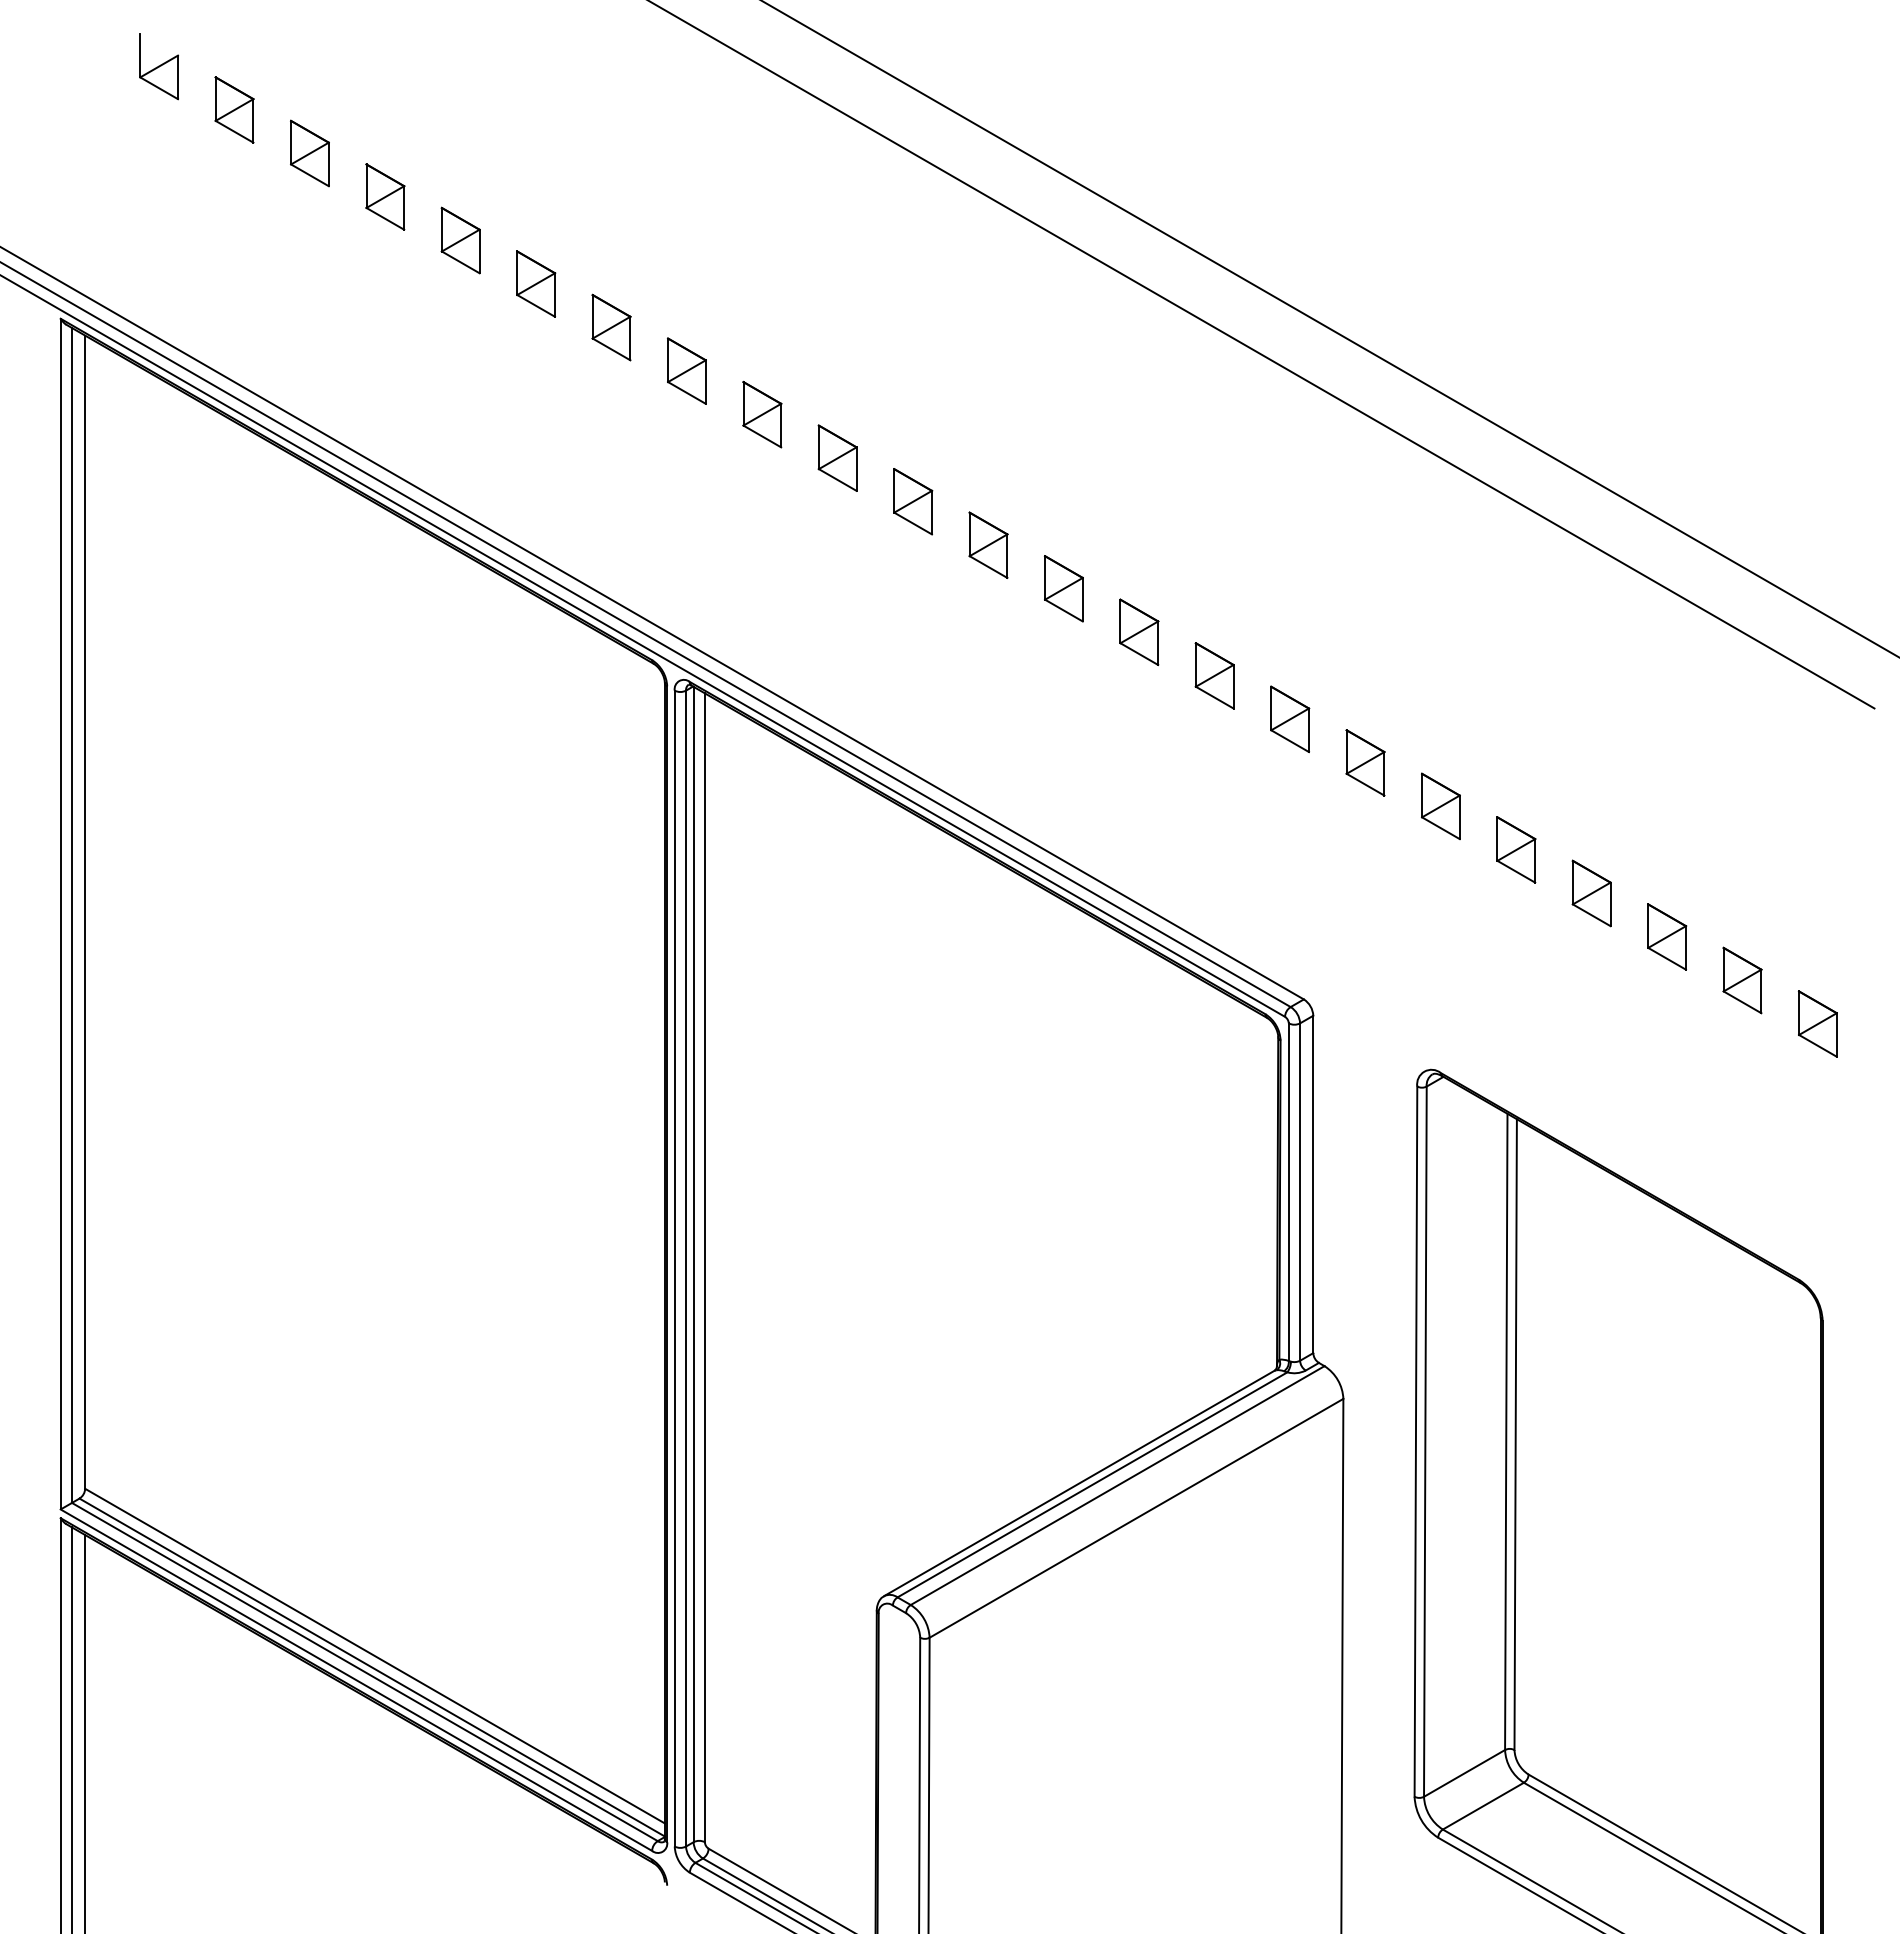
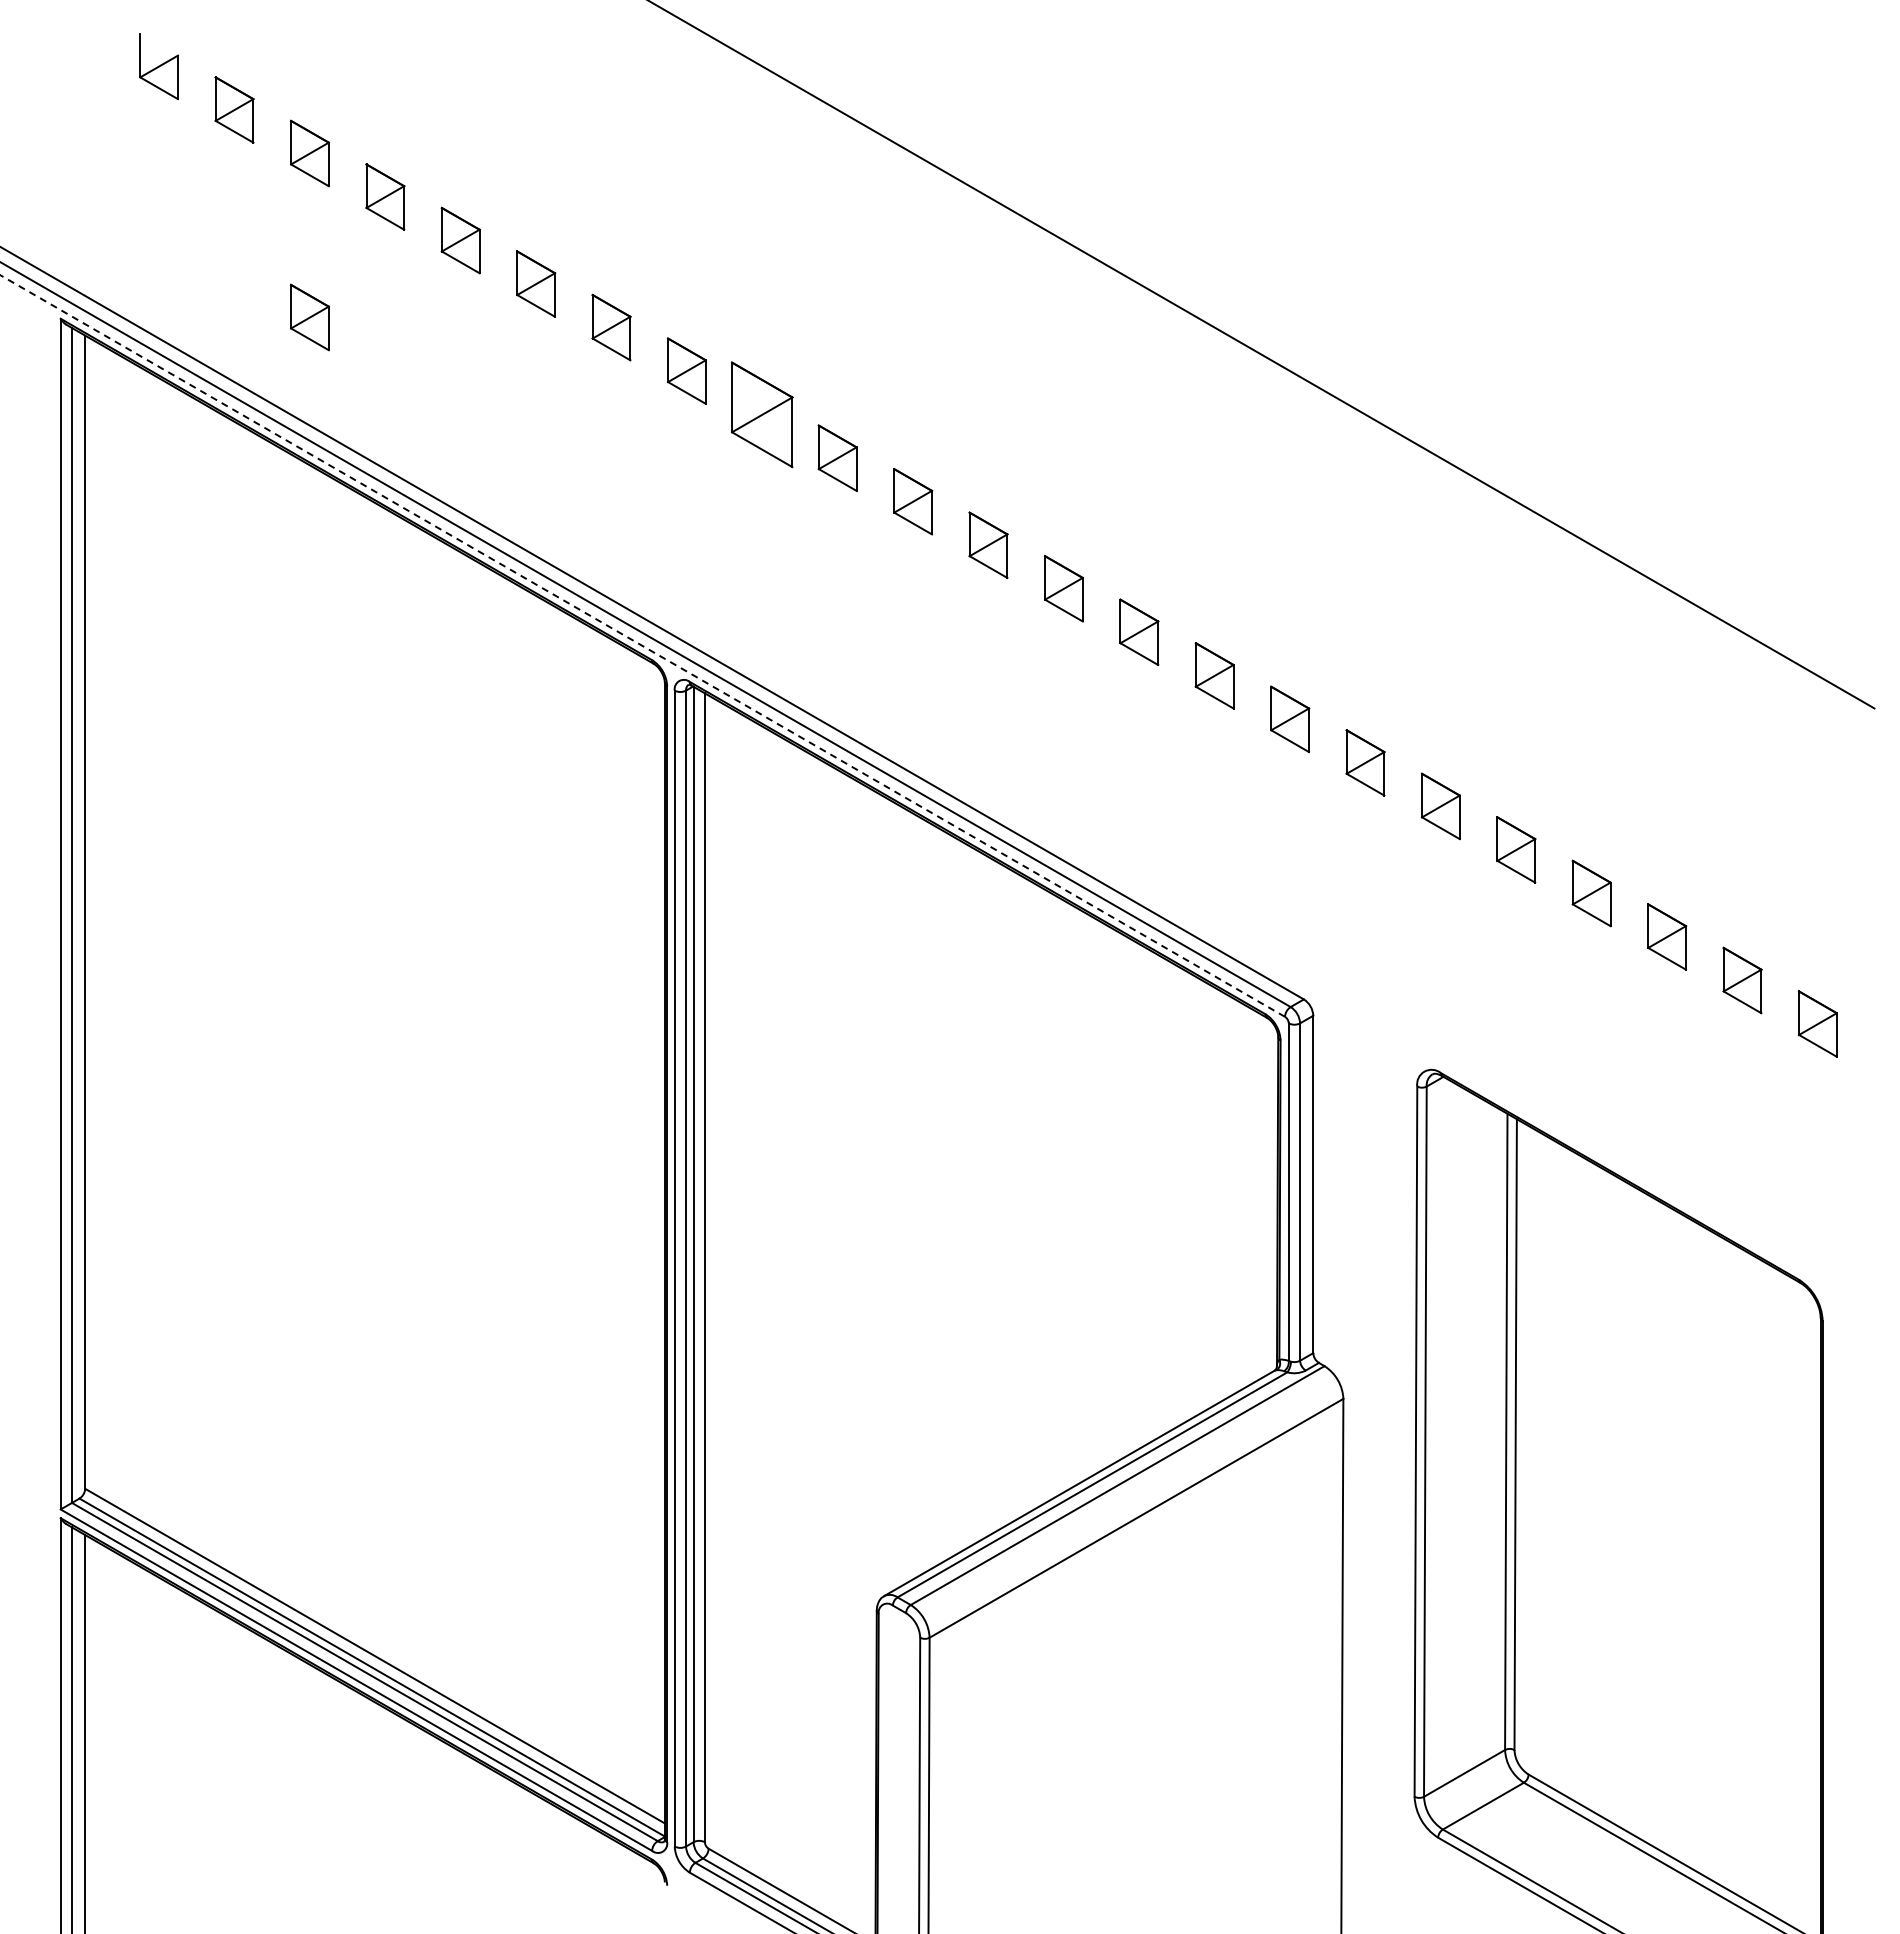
part at (309, 317): none -> present
line at (1330, 328): present -> none
part at (762, 414) size: 41x69 px -> 63x108 px
line at (642, 645): solid -> dashed
